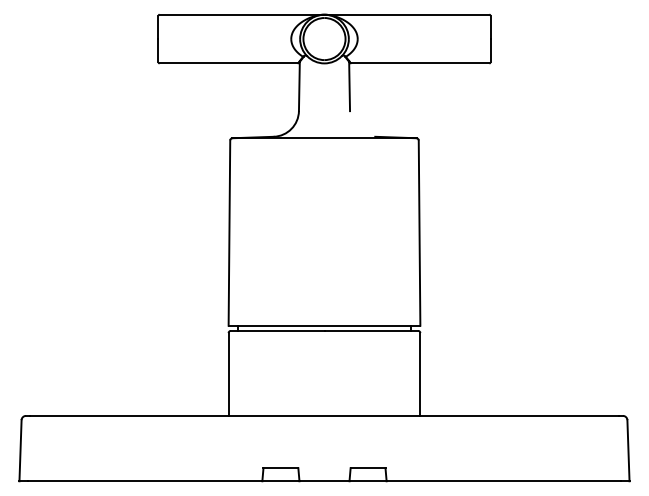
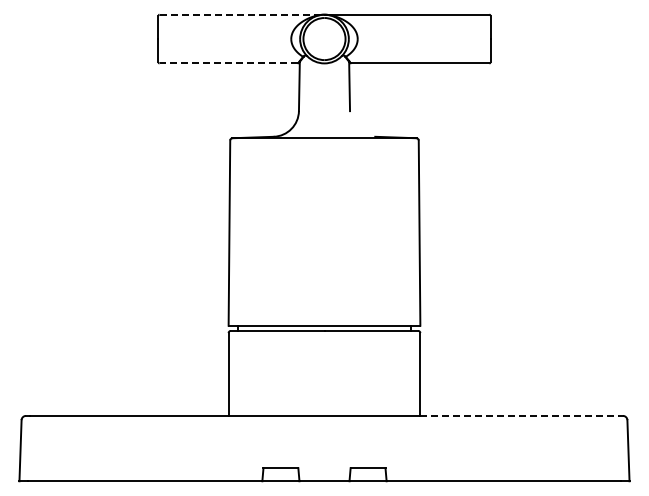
line at (242, 14): solid -> dashed
line at (228, 63): solid -> dashed
line at (520, 415): solid -> dashed
